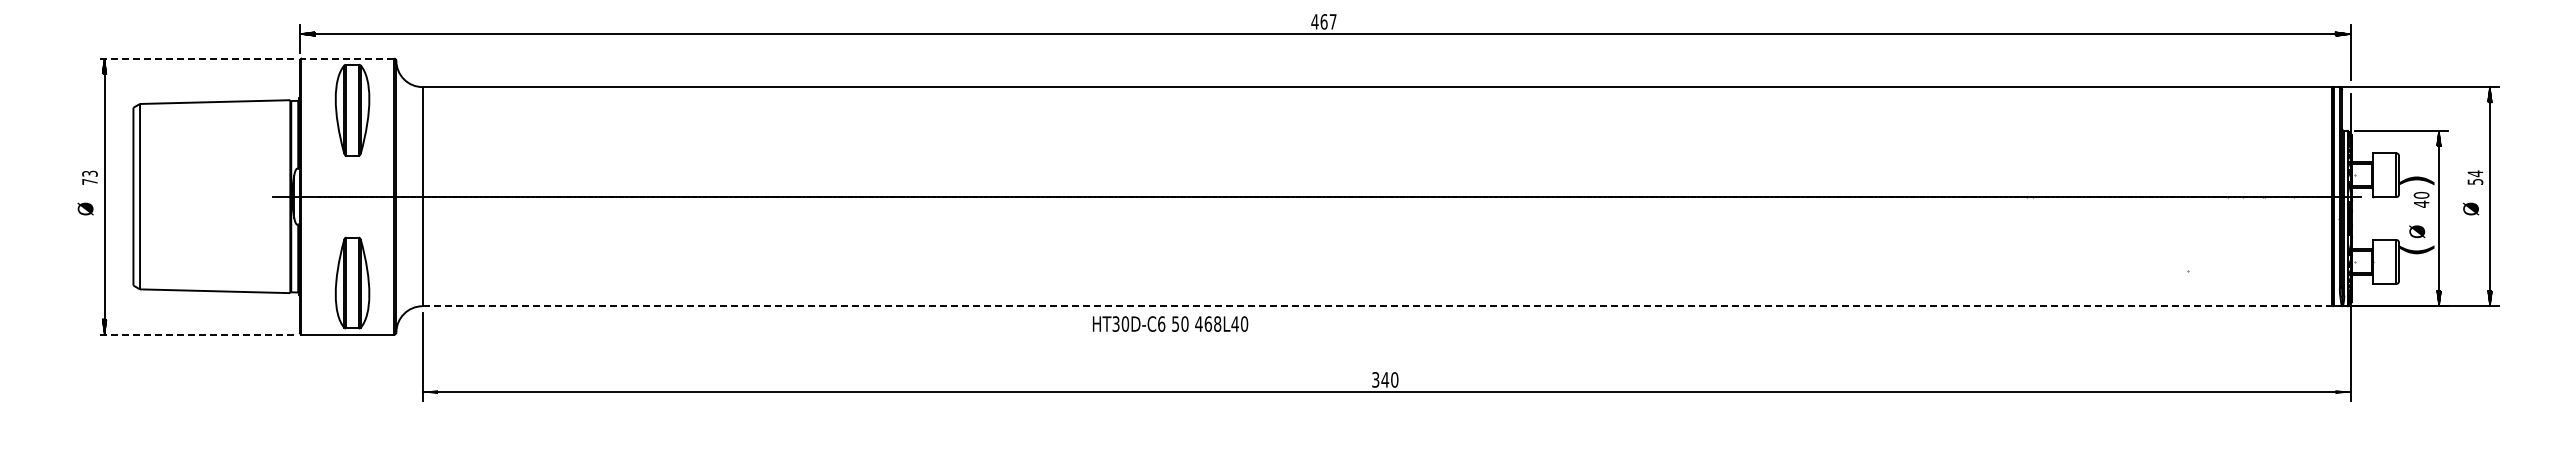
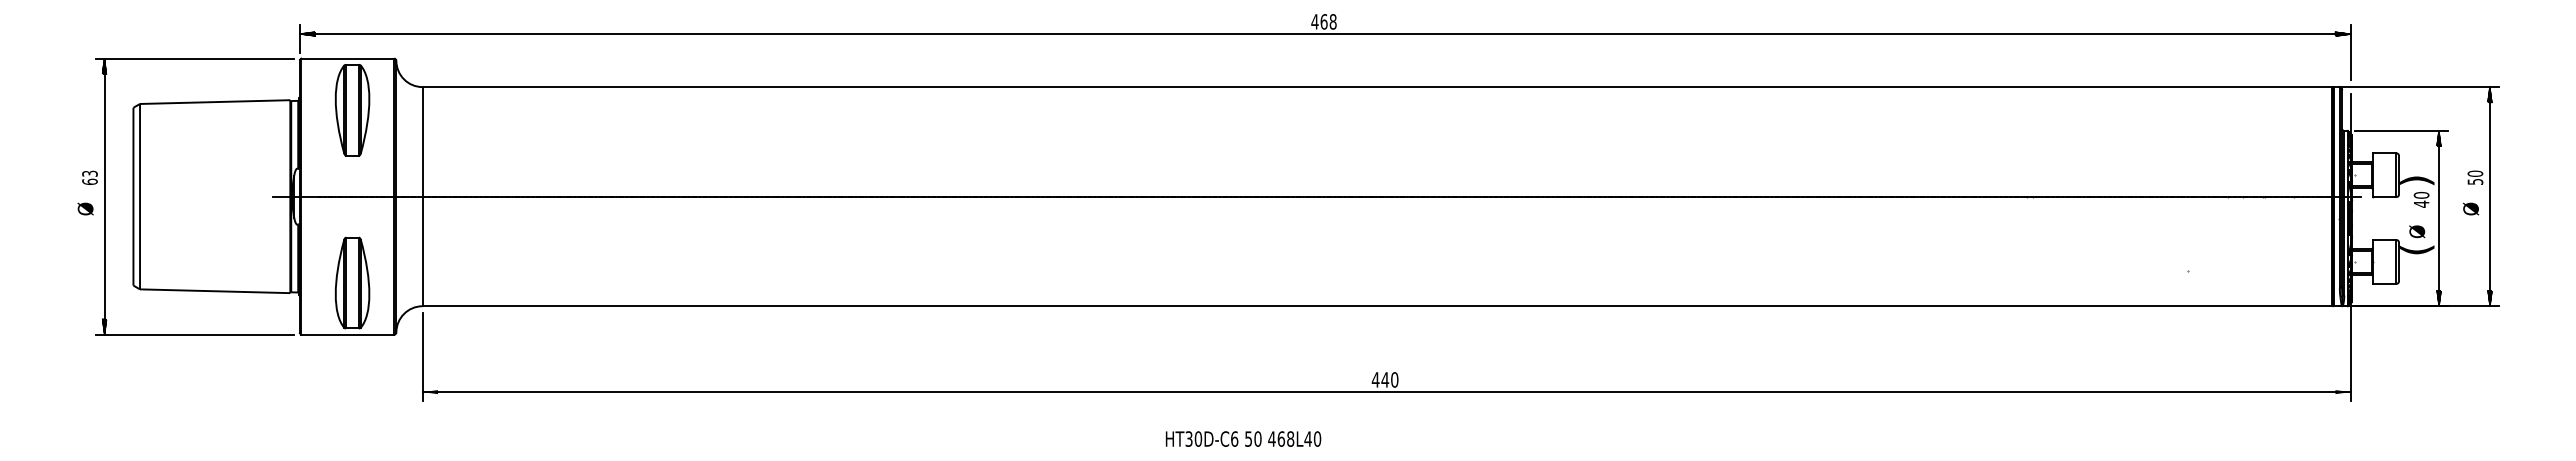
text at (1332, 21): 467 -> 468
line at (194, 58): dashed -> solid
line at (347, 58): dashed -> solid
text at (2475, 173): 54 -> 50
text at (89, 181): 73 -> 63
line at (1377, 306): dashed -> solid
text at (1170, 323) position: (1170, 323) -> (1243, 438)
line at (194, 334): dashed -> solid
text at (1375, 379): 340 -> 440
